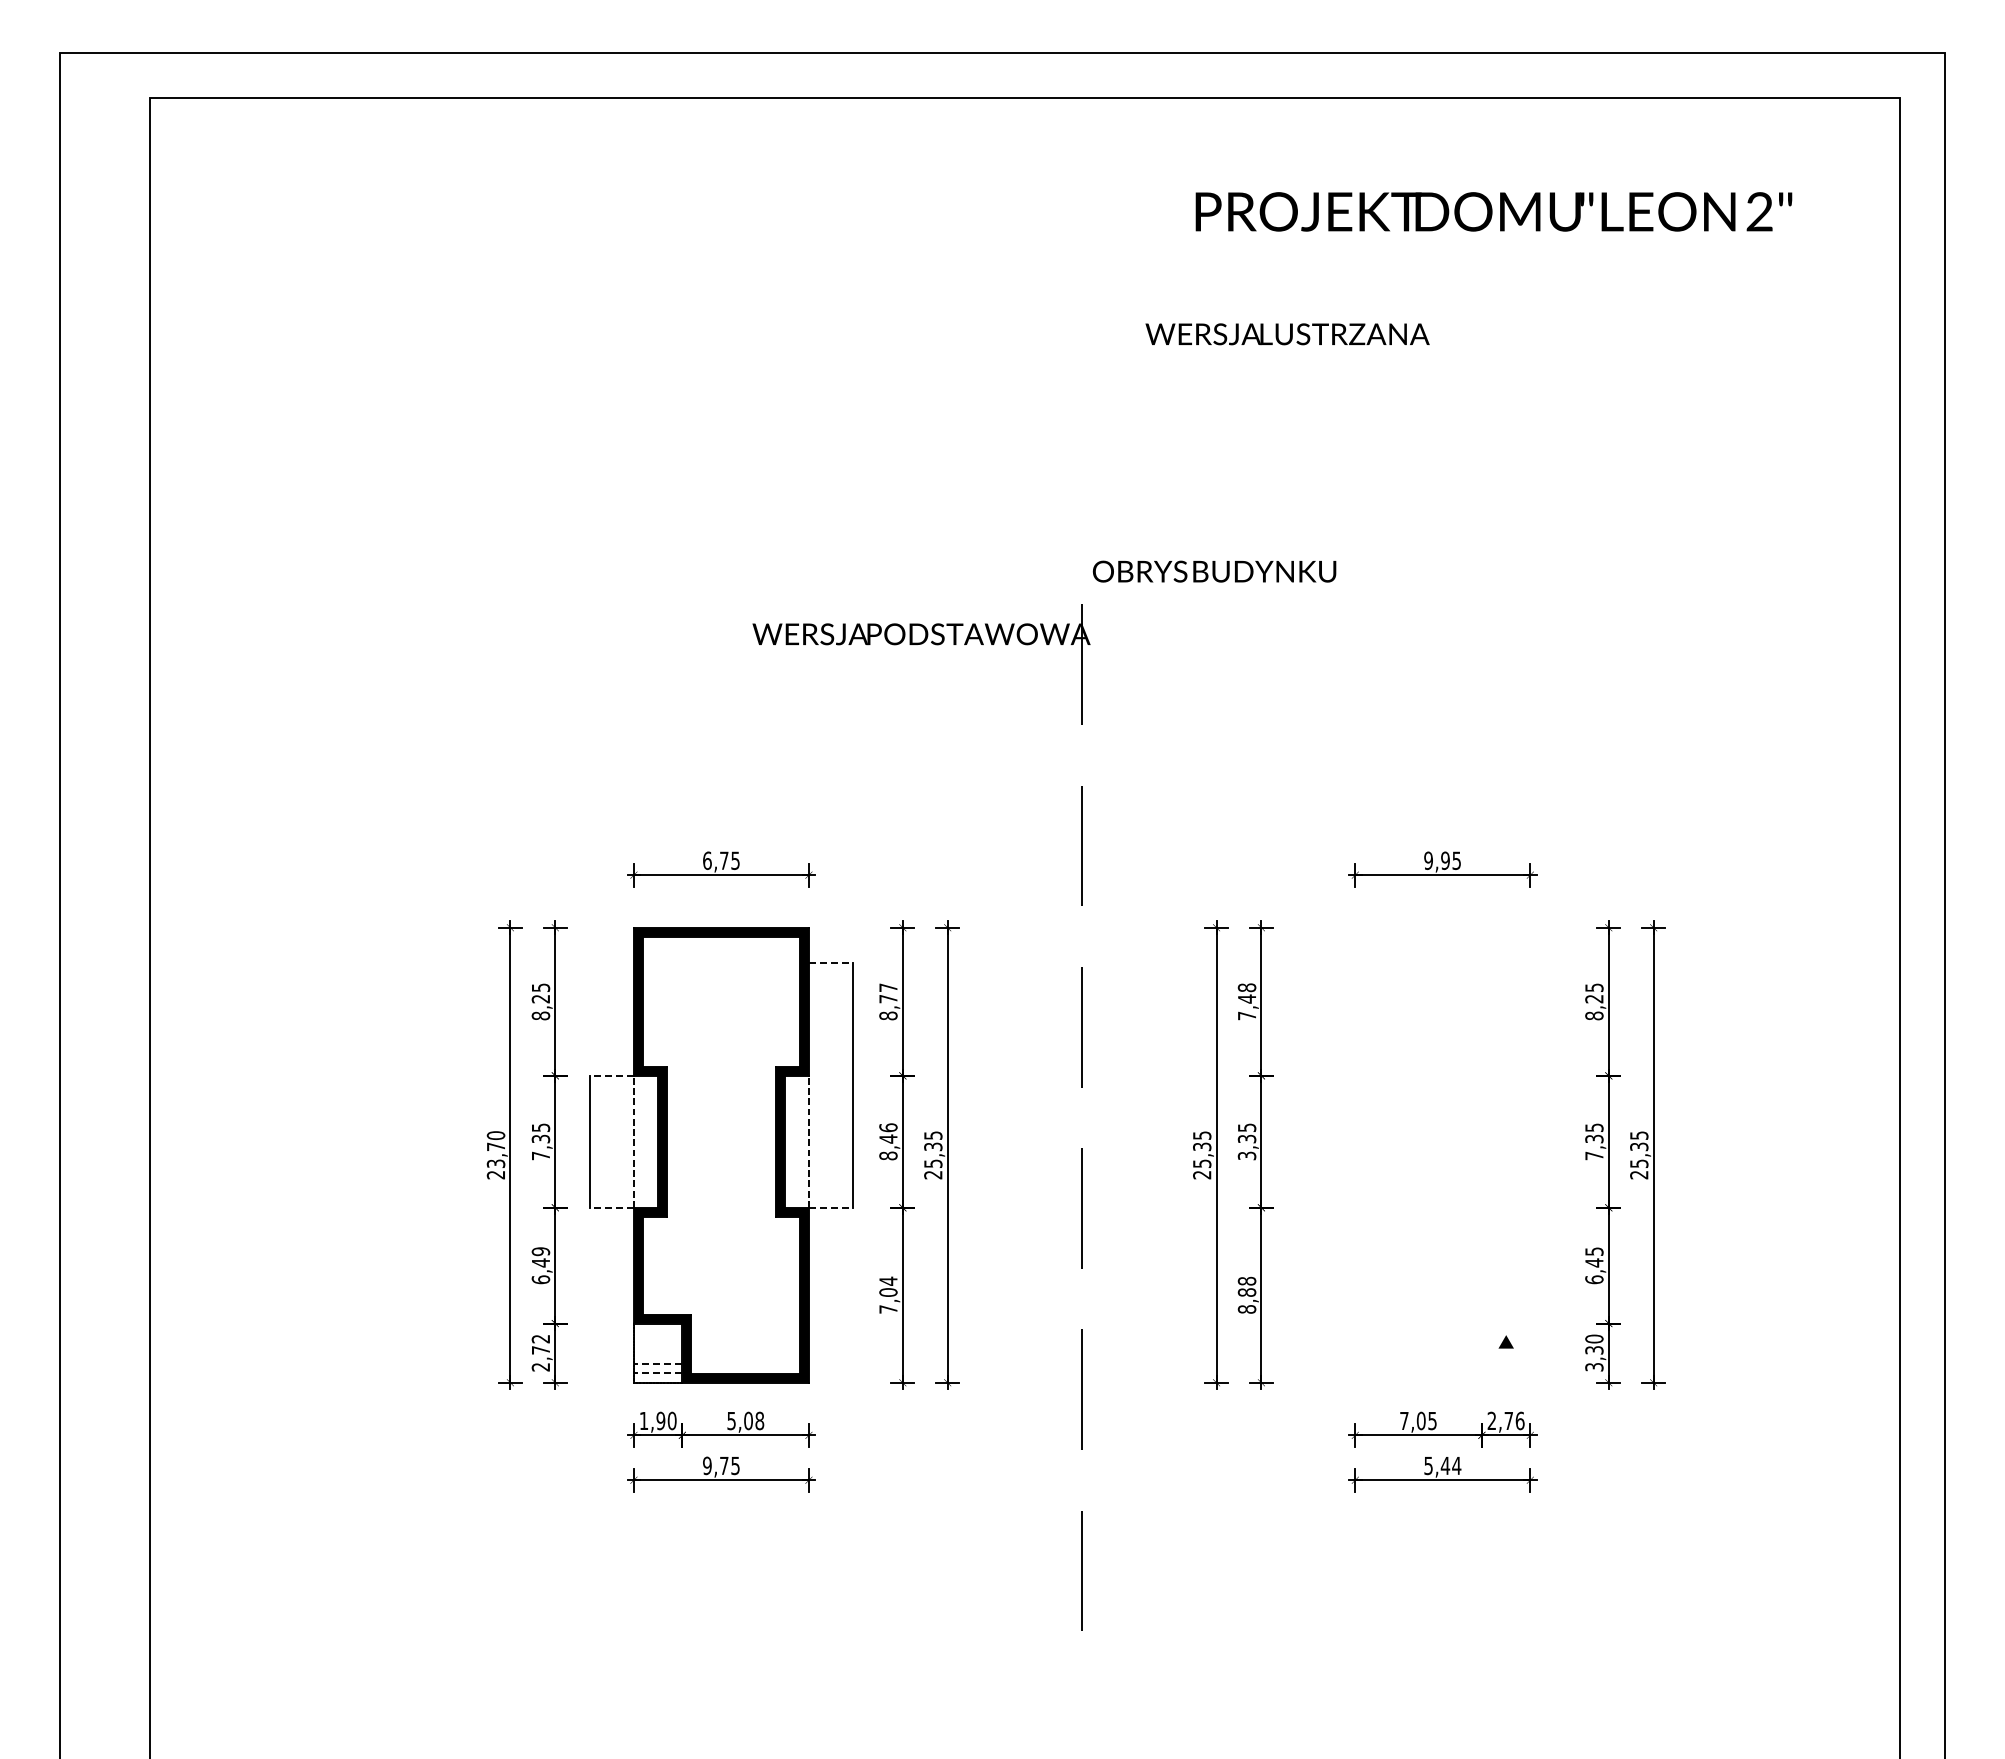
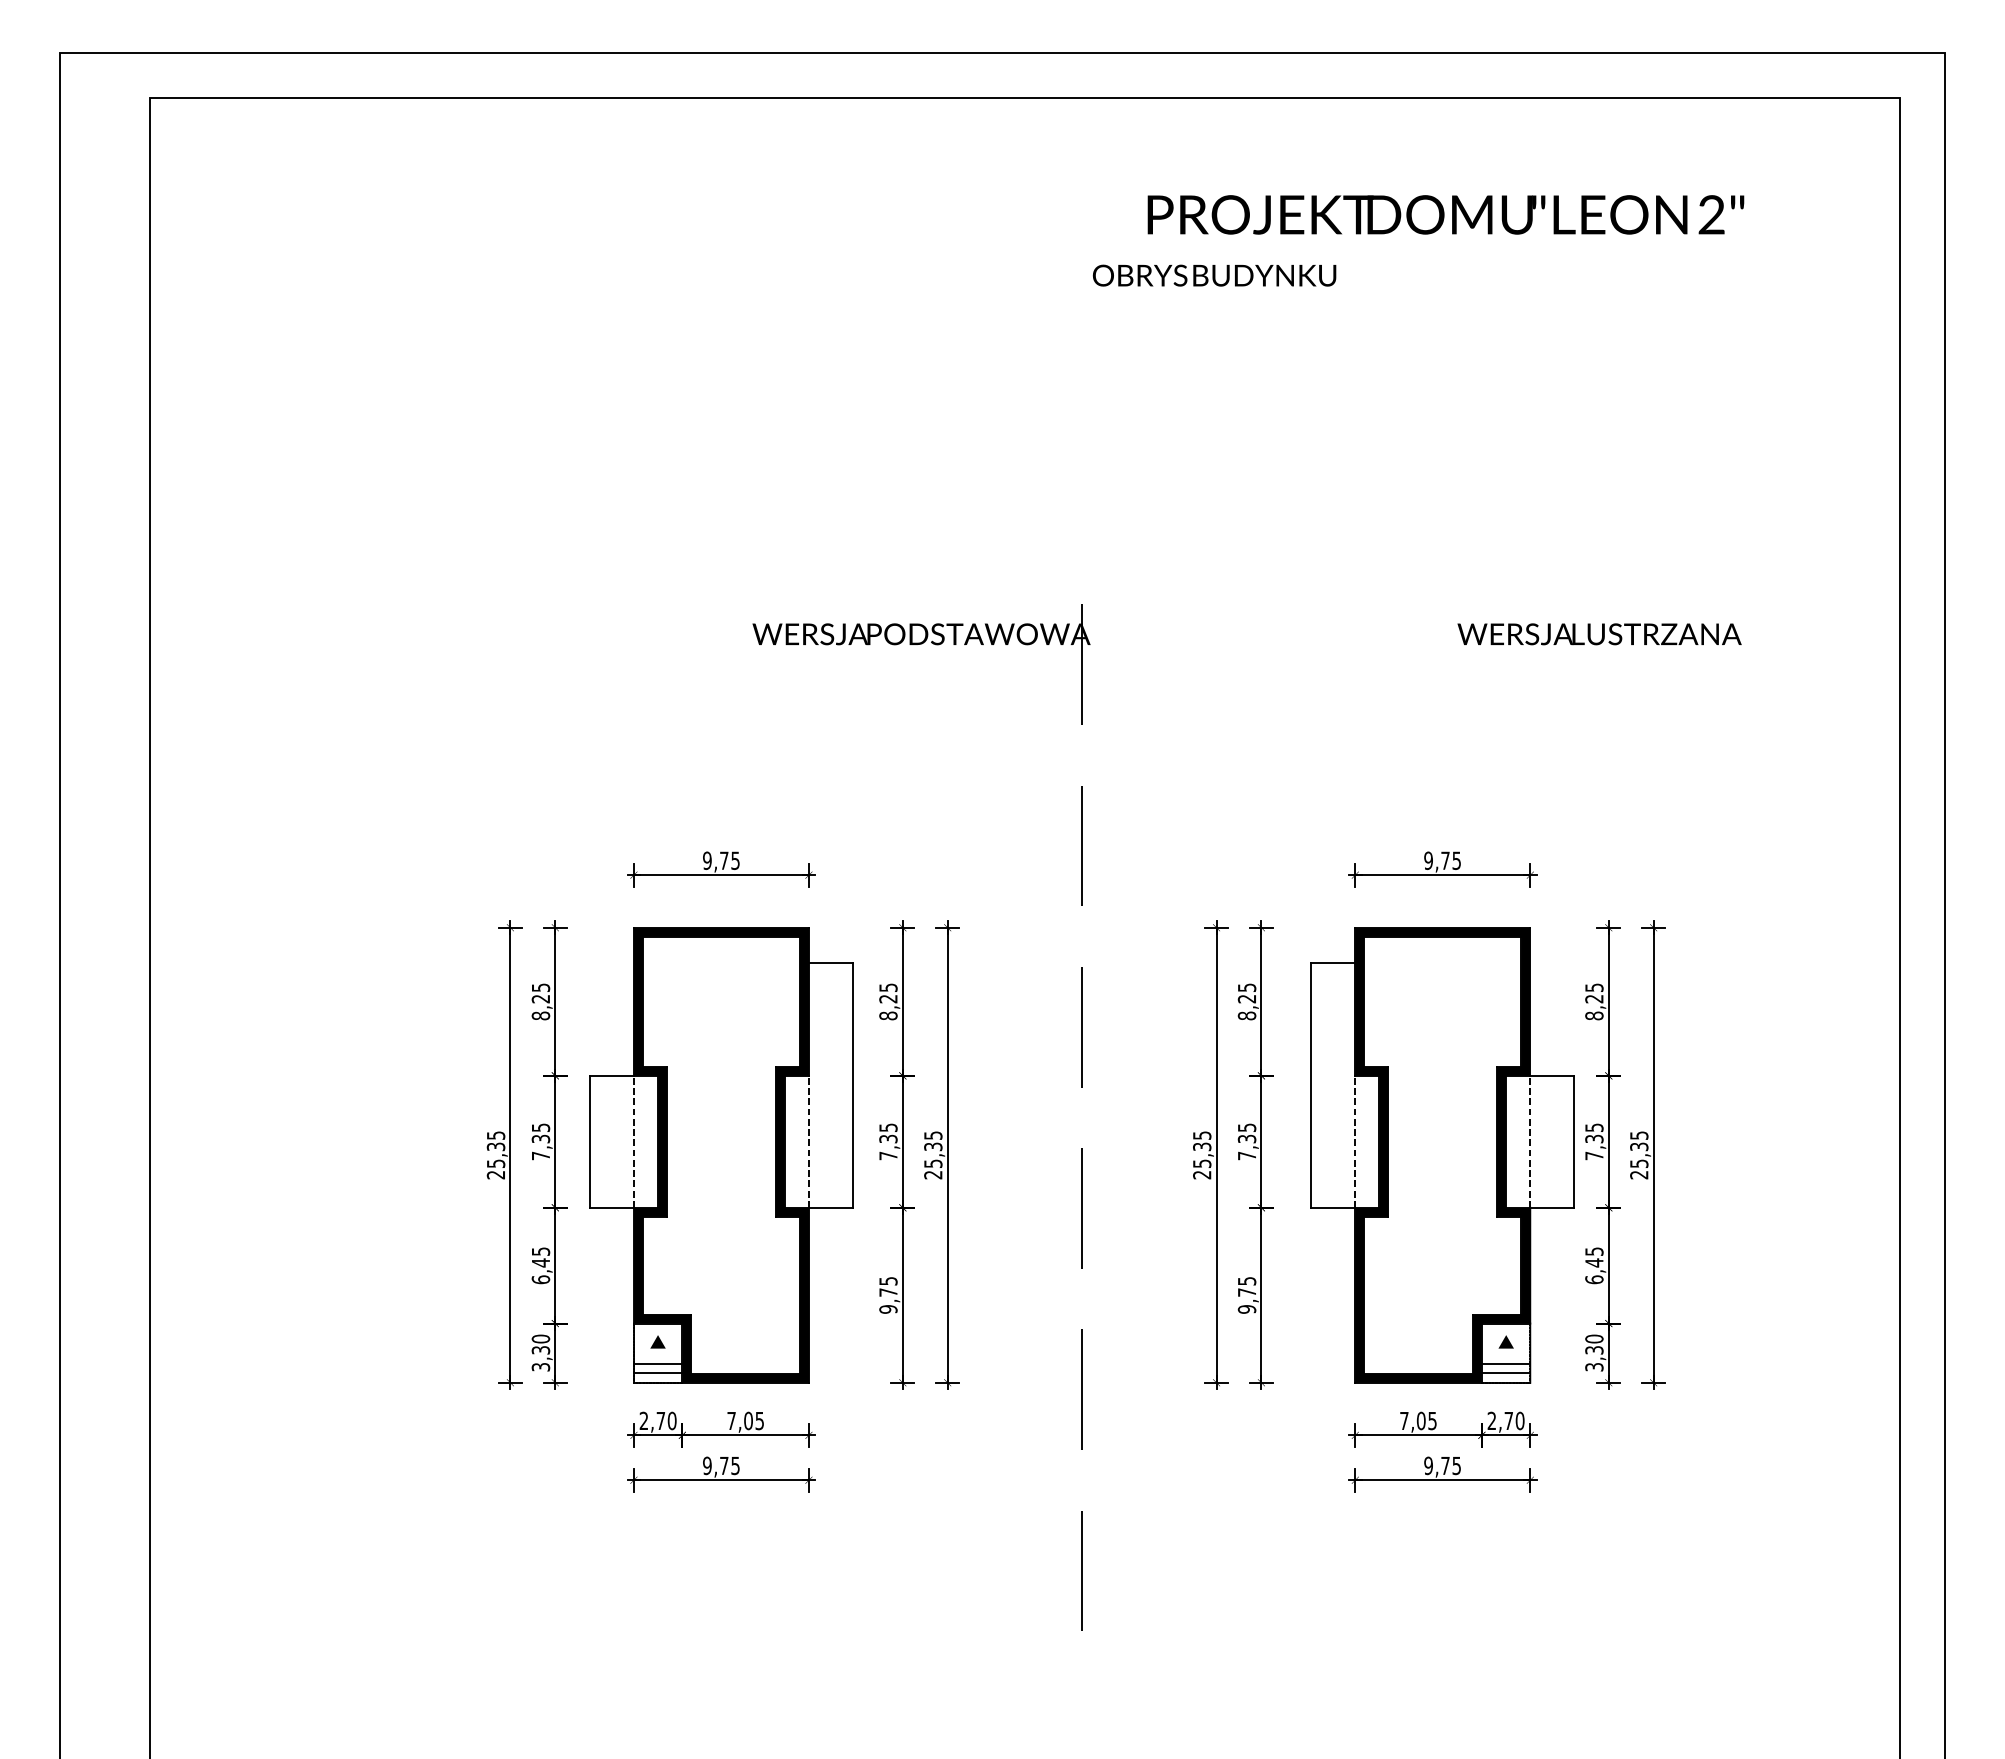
text at (1493, 211) position: (1493, 211) -> (1445, 214)
text at (1287, 334) position: (1287, 334) -> (1599, 634)
text at (1214, 571) position: (1214, 571) -> (1214, 275)
text at (707, 860): 6,75 -> 9,75
text at (1445, 860): 9,95 -> 9,75
line at (831, 962): dashed -> solid
text at (888, 993): 8,77 -> 8,25
text at (1246, 1001): 7,48 -> 8,25
line at (612, 1075): dashed -> solid
text at (888, 1141): 8,46 -> 7,35
text at (495, 1149): 23,70 -> 25,35
text at (1246, 1155): 3,35 -> 7,35
part at (1442, 1155): none -> present
line at (612, 1207): dashed -> solid
line at (831, 1207): dashed -> solid
text at (540, 1251): 6,49 -> 6,45
text at (888, 1294): 7,04 -> 9,75
text at (1246, 1294): 8,88 -> 9,75
fill at (657, 1341): none -> present
text at (540, 1352): 2,72 -> 3,30
line at (657, 1363): dashed -> solid
line at (657, 1372): dashed -> solid
text at (652, 1420): 1,90 -> 2,70
text at (745, 1420): 5,08 -> 7,05
text at (1519, 1420): 2,76 -> 2,70
text at (1442, 1465): 5,44 -> 9,75
